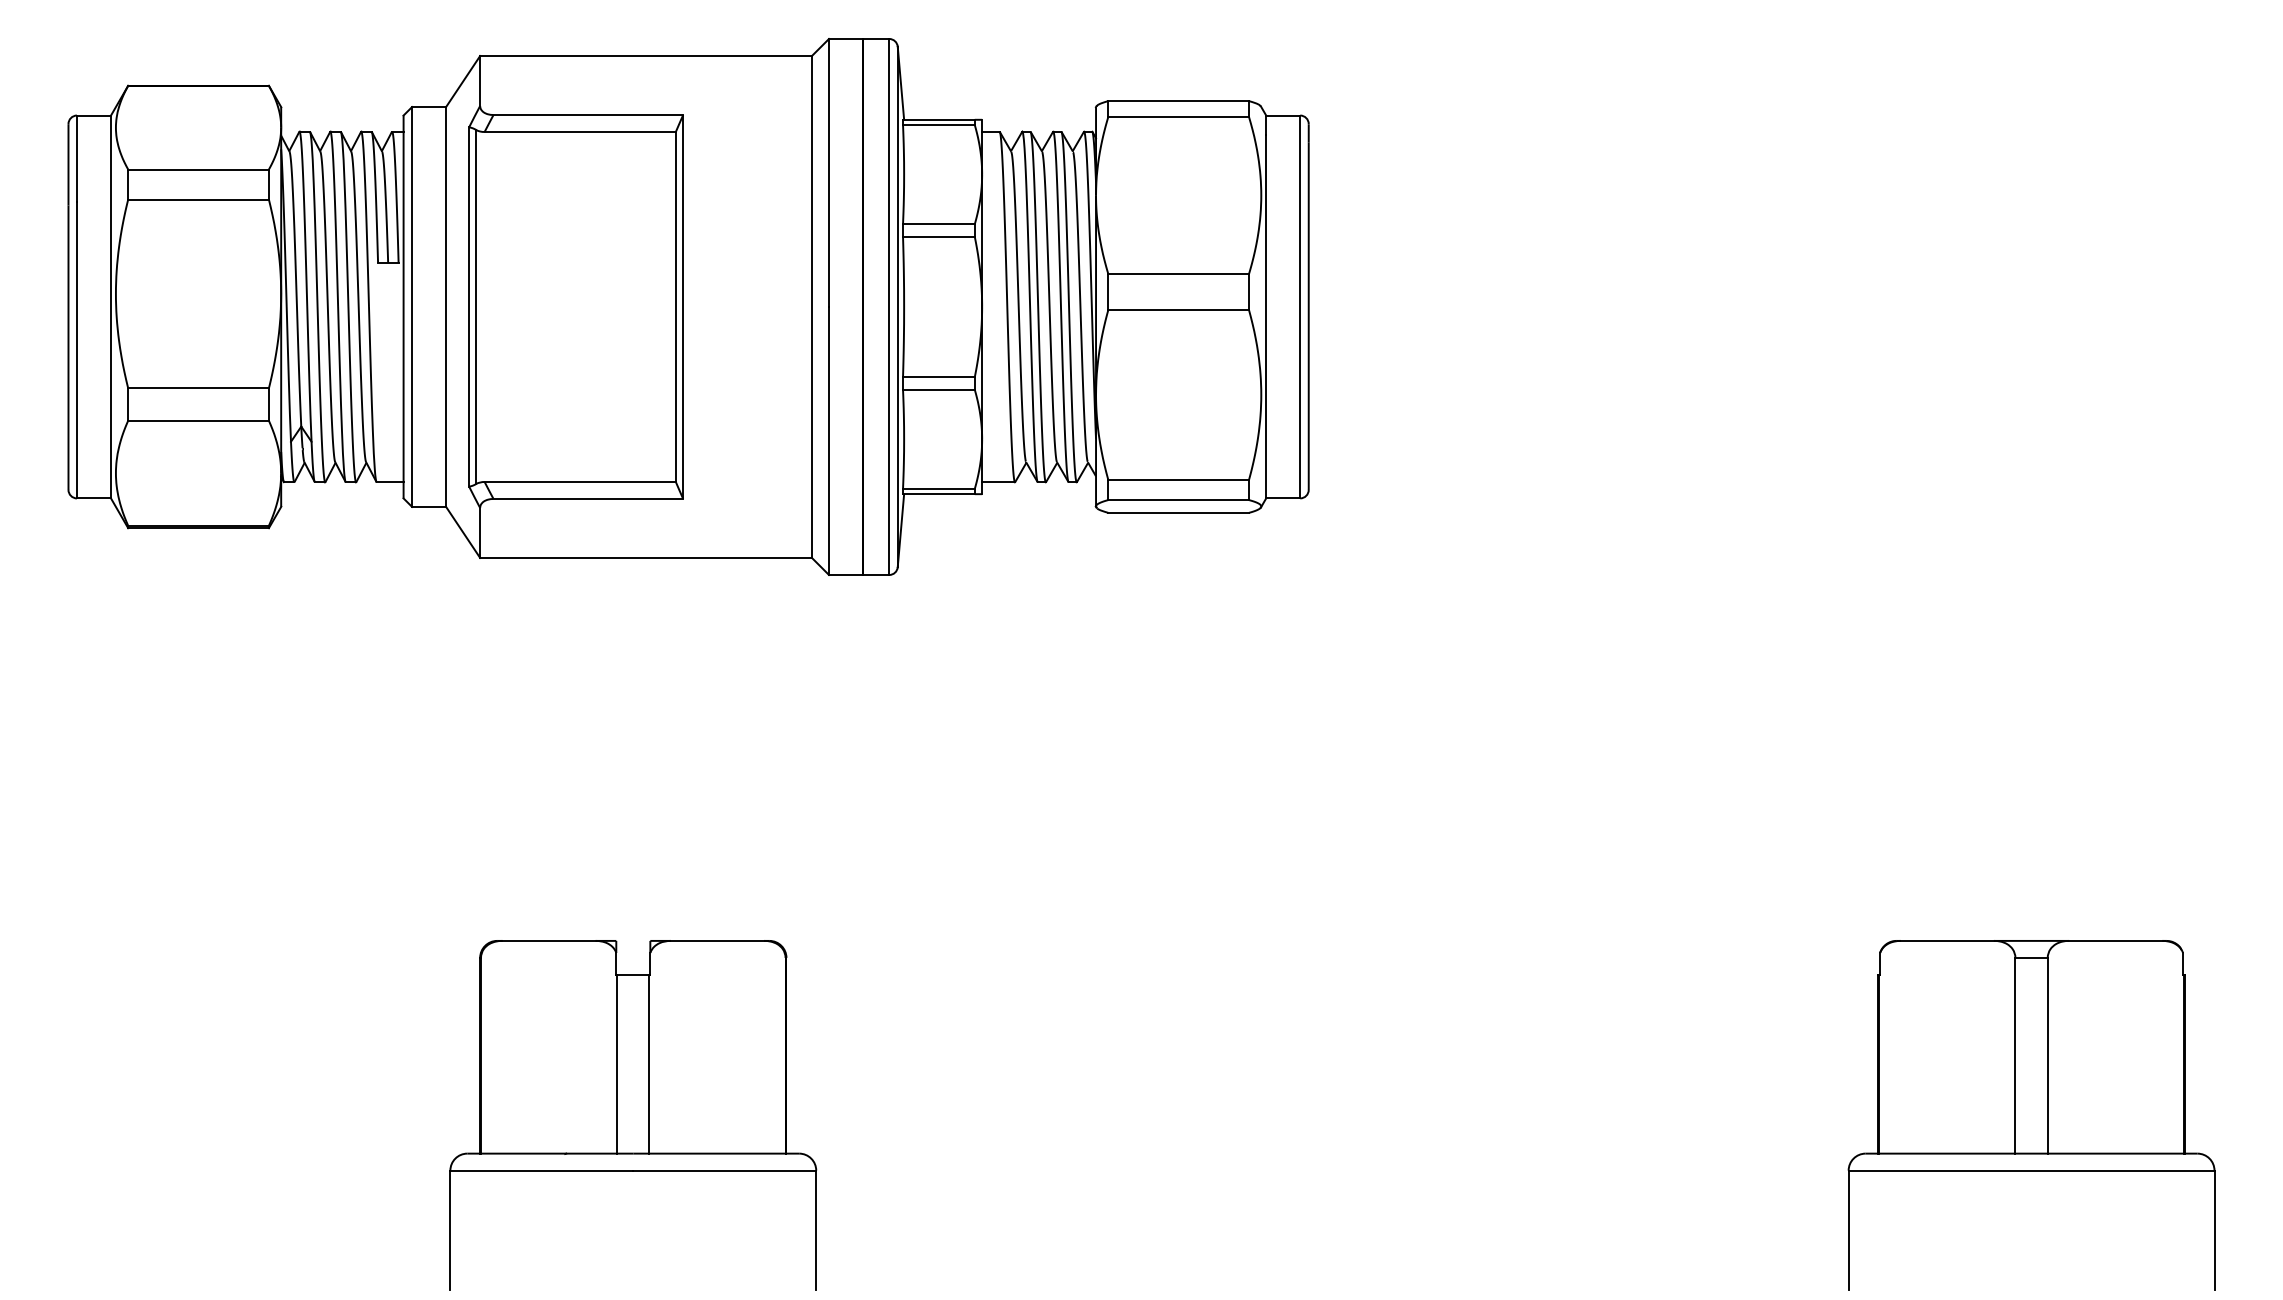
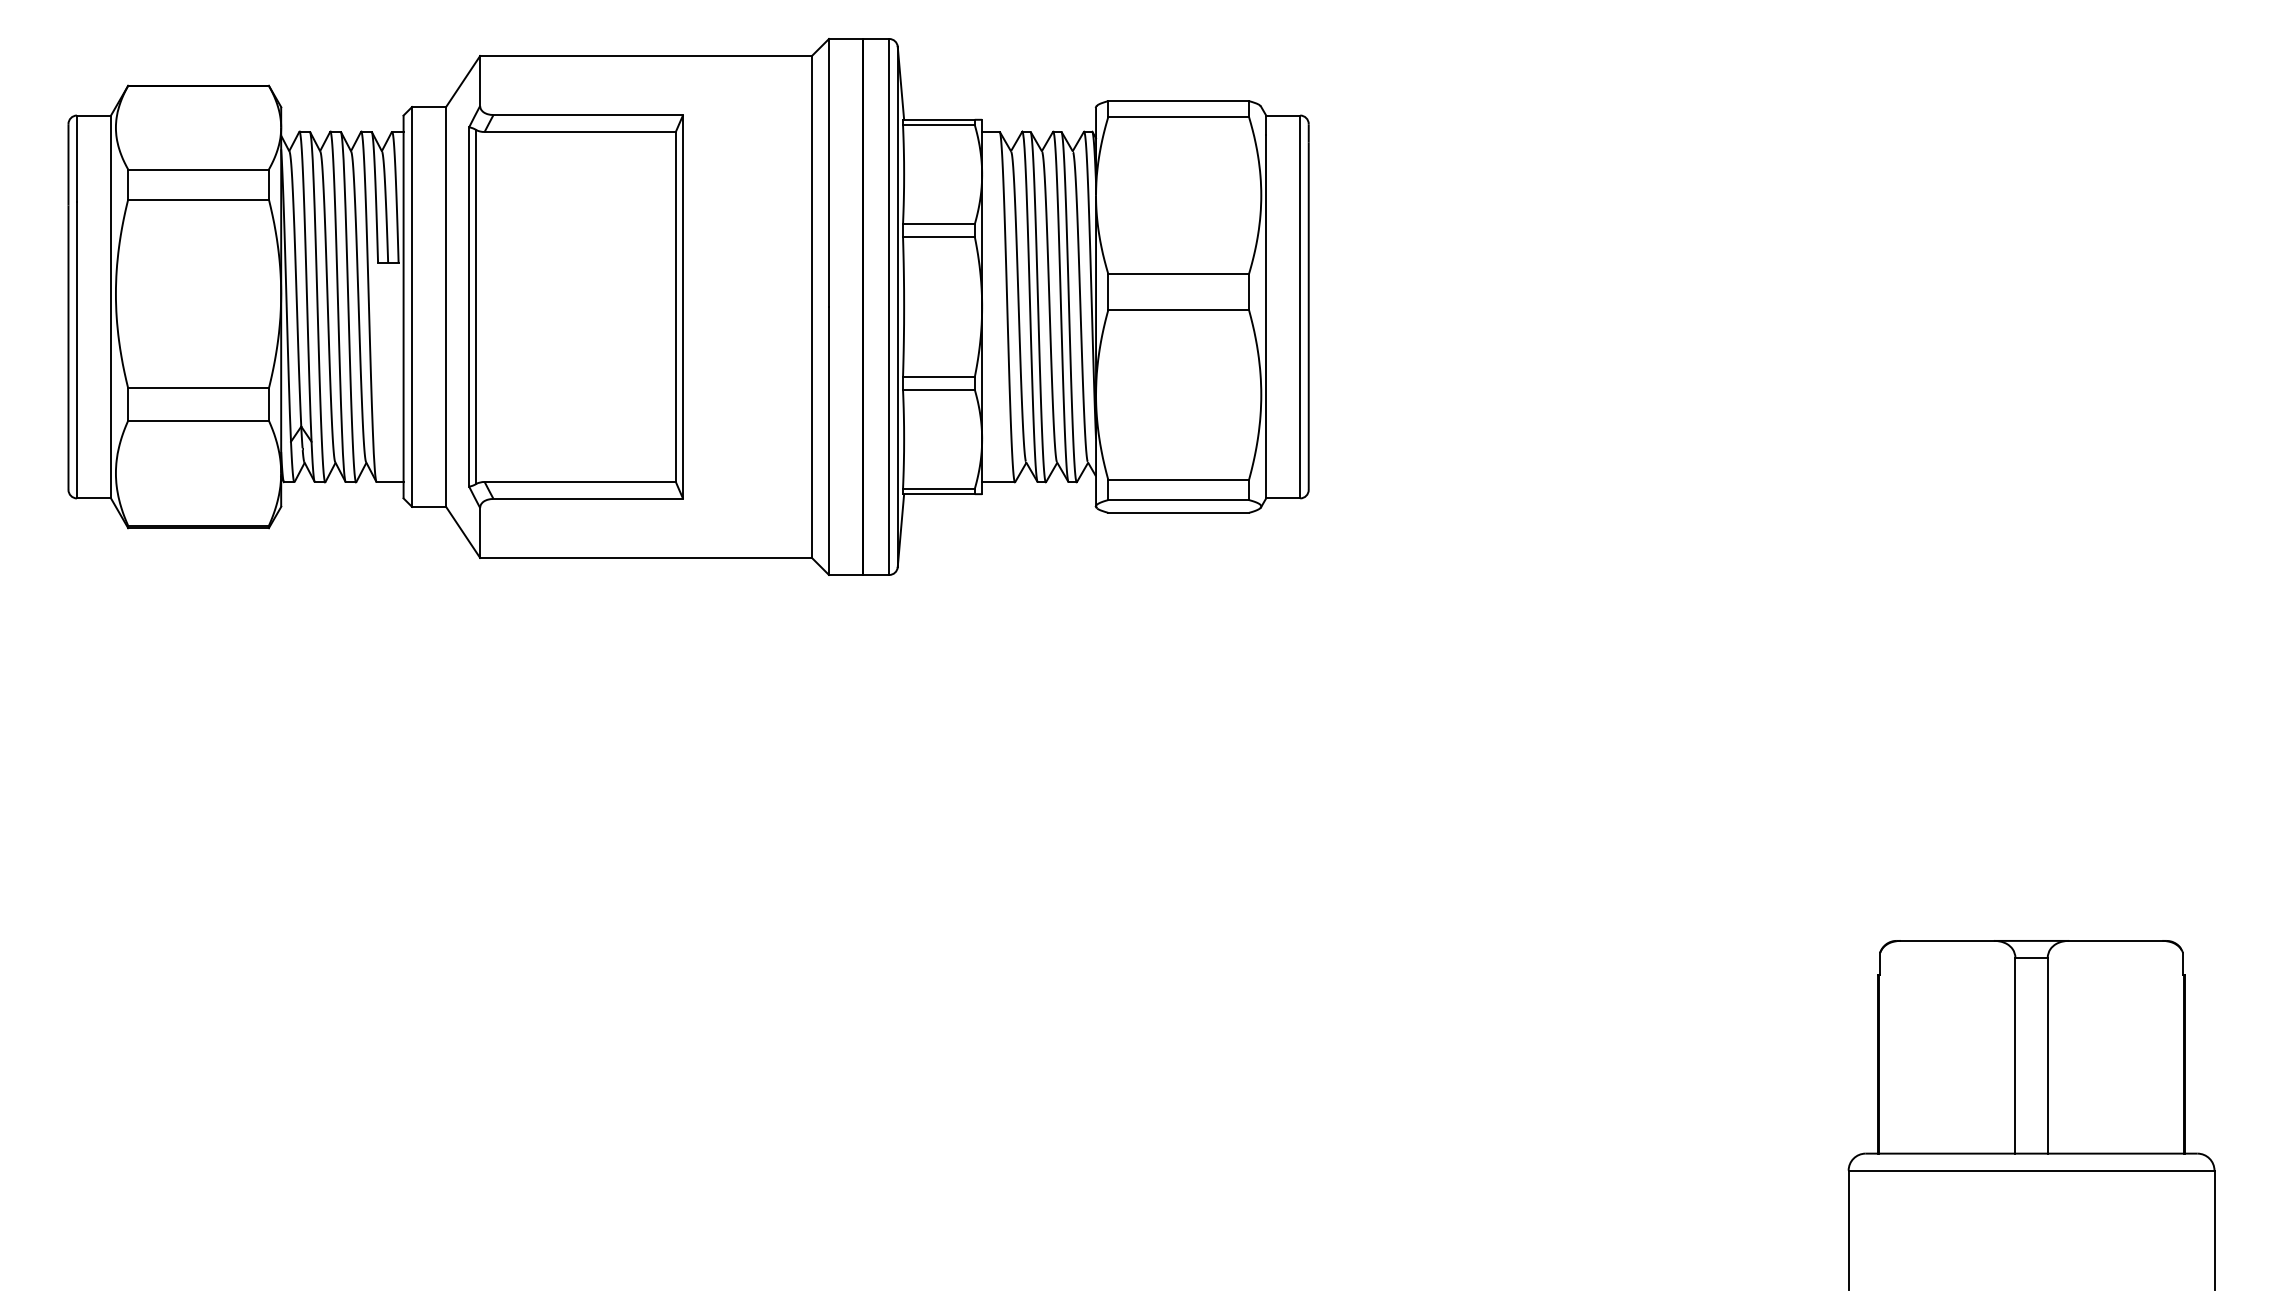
part at (633, 1115): present -> none
